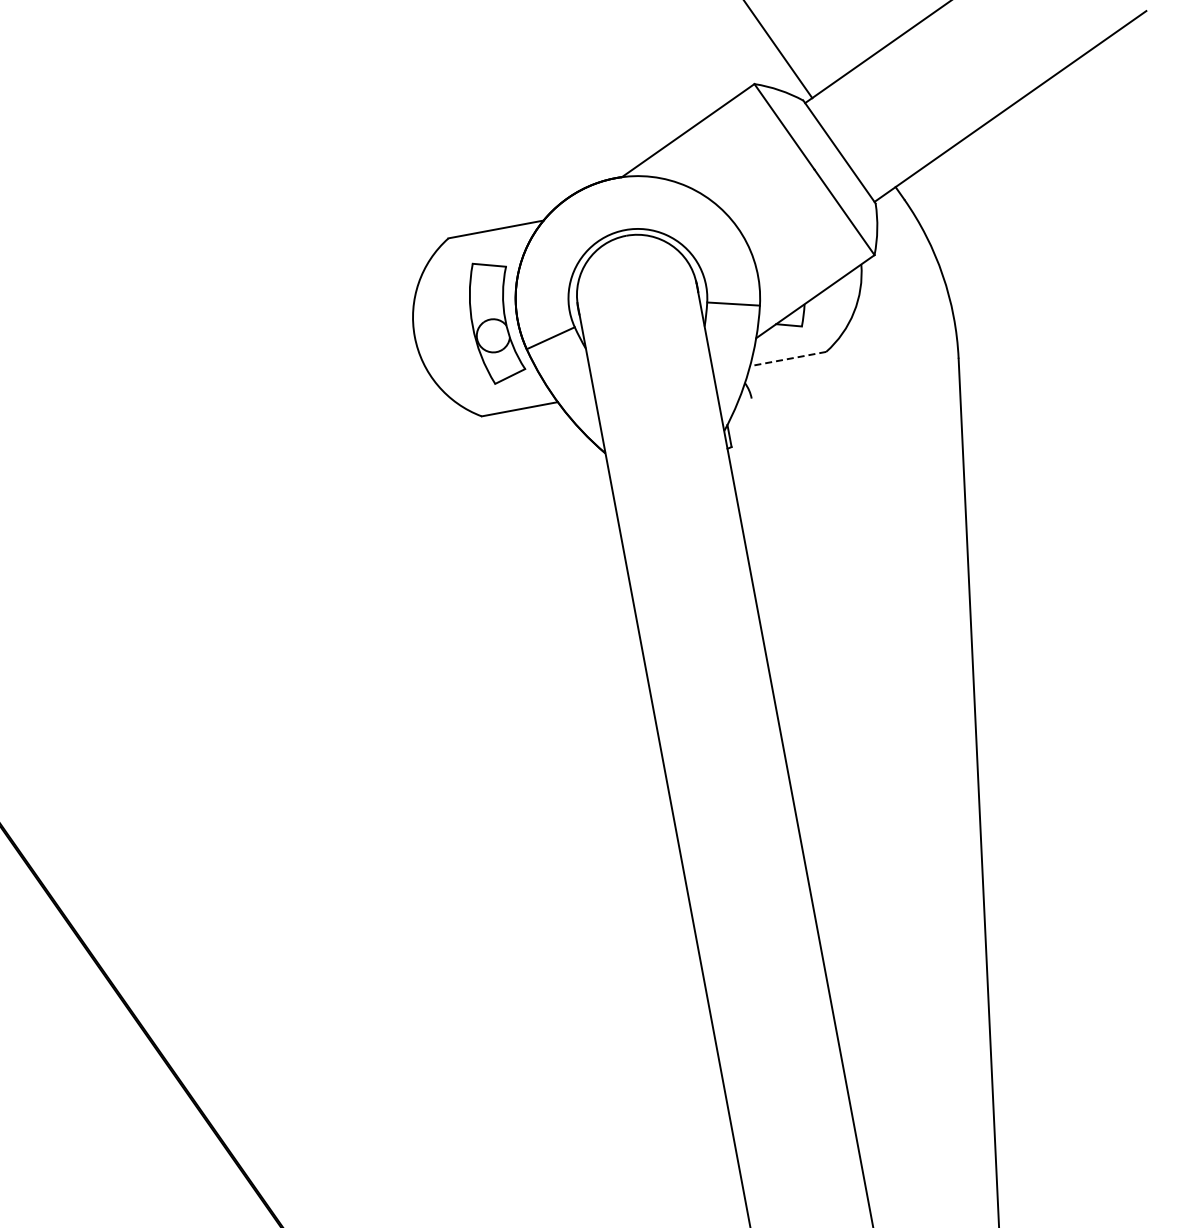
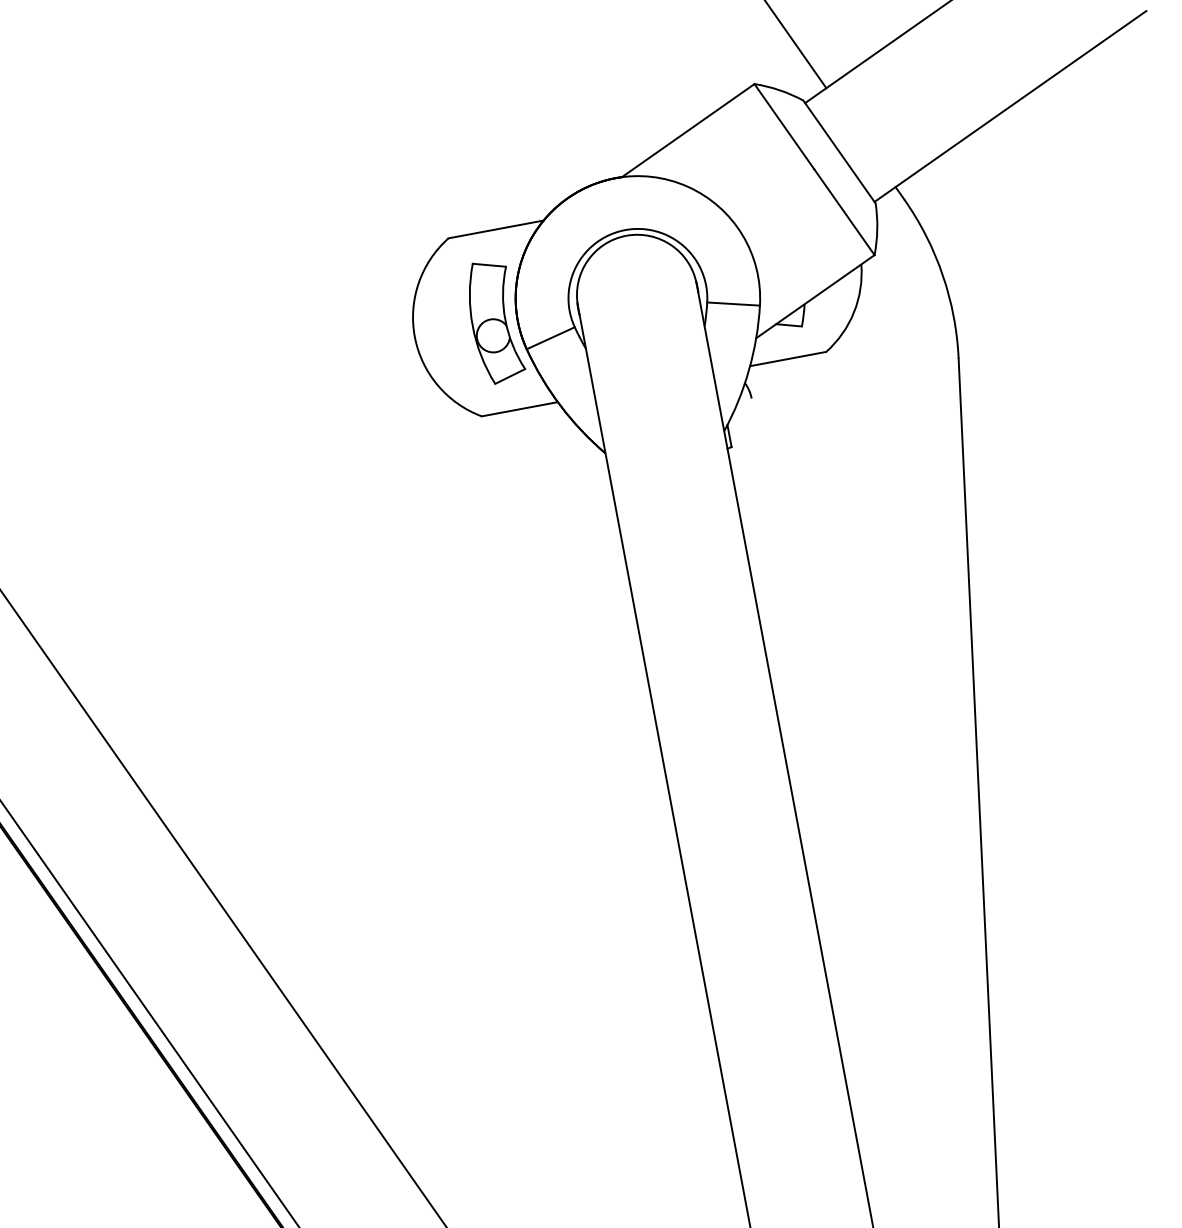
line at (778, 50) position: (778, 50) -> (796, 45)
line at (788, 359): dashed -> solid
line at (223, 908): none -> present
line at (149, 1013): none -> present
